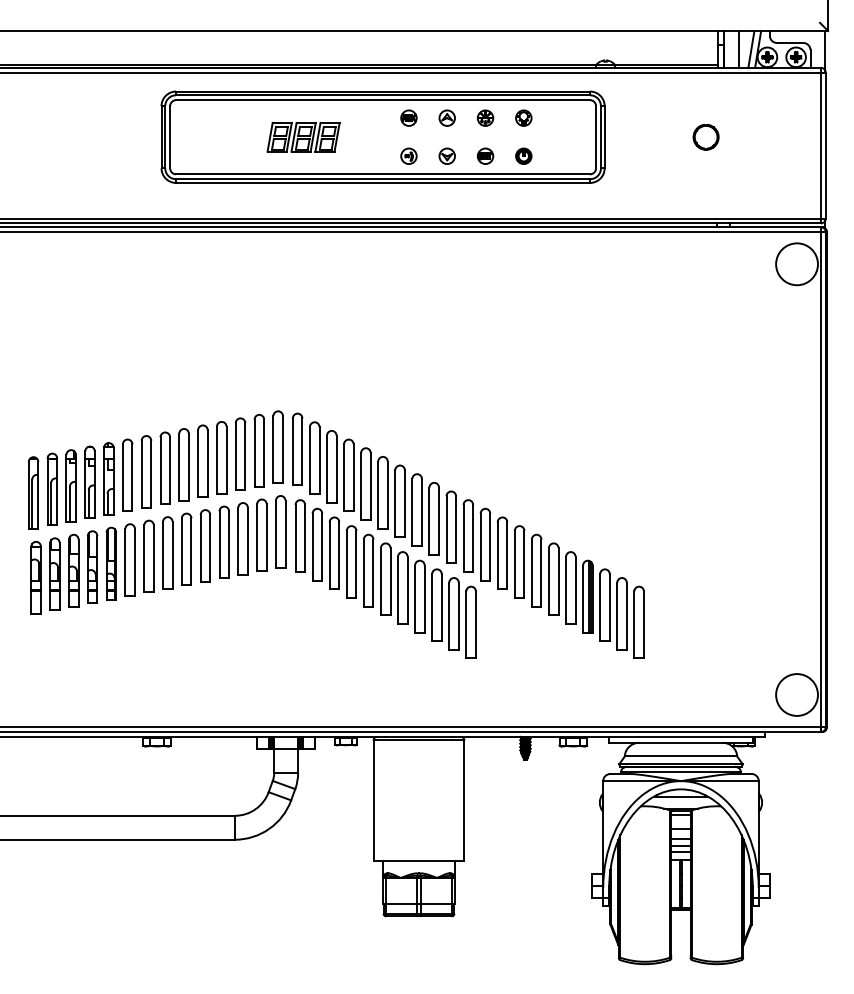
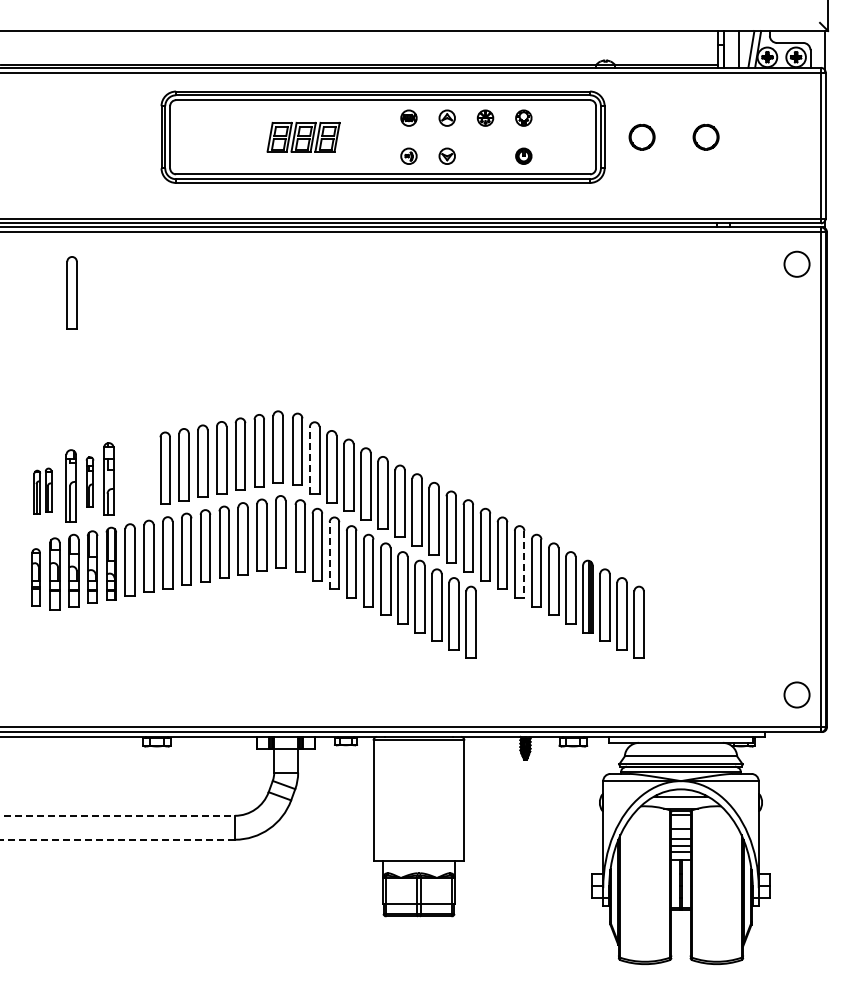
part at (641, 136): none -> present
part at (485, 155): present -> none
circle at (796, 264) diameter: 42 px -> 25 px
part at (71, 292): none -> present
line at (309, 460): solid -> dashed
part at (137, 473): present -> none
part at (89, 481) size: 12x74 px -> 10x52 px
part at (42, 490) size: 30x78 px -> 20x48 px
line at (329, 555): solid -> dashed
line at (524, 564): solid -> dashed
part at (35, 577) size: 12x74 px -> 10x59 px
circle at (796, 694) diameter: 42 px -> 25 px
line at (118, 815): solid -> dashed
line at (117, 839): solid -> dashed
